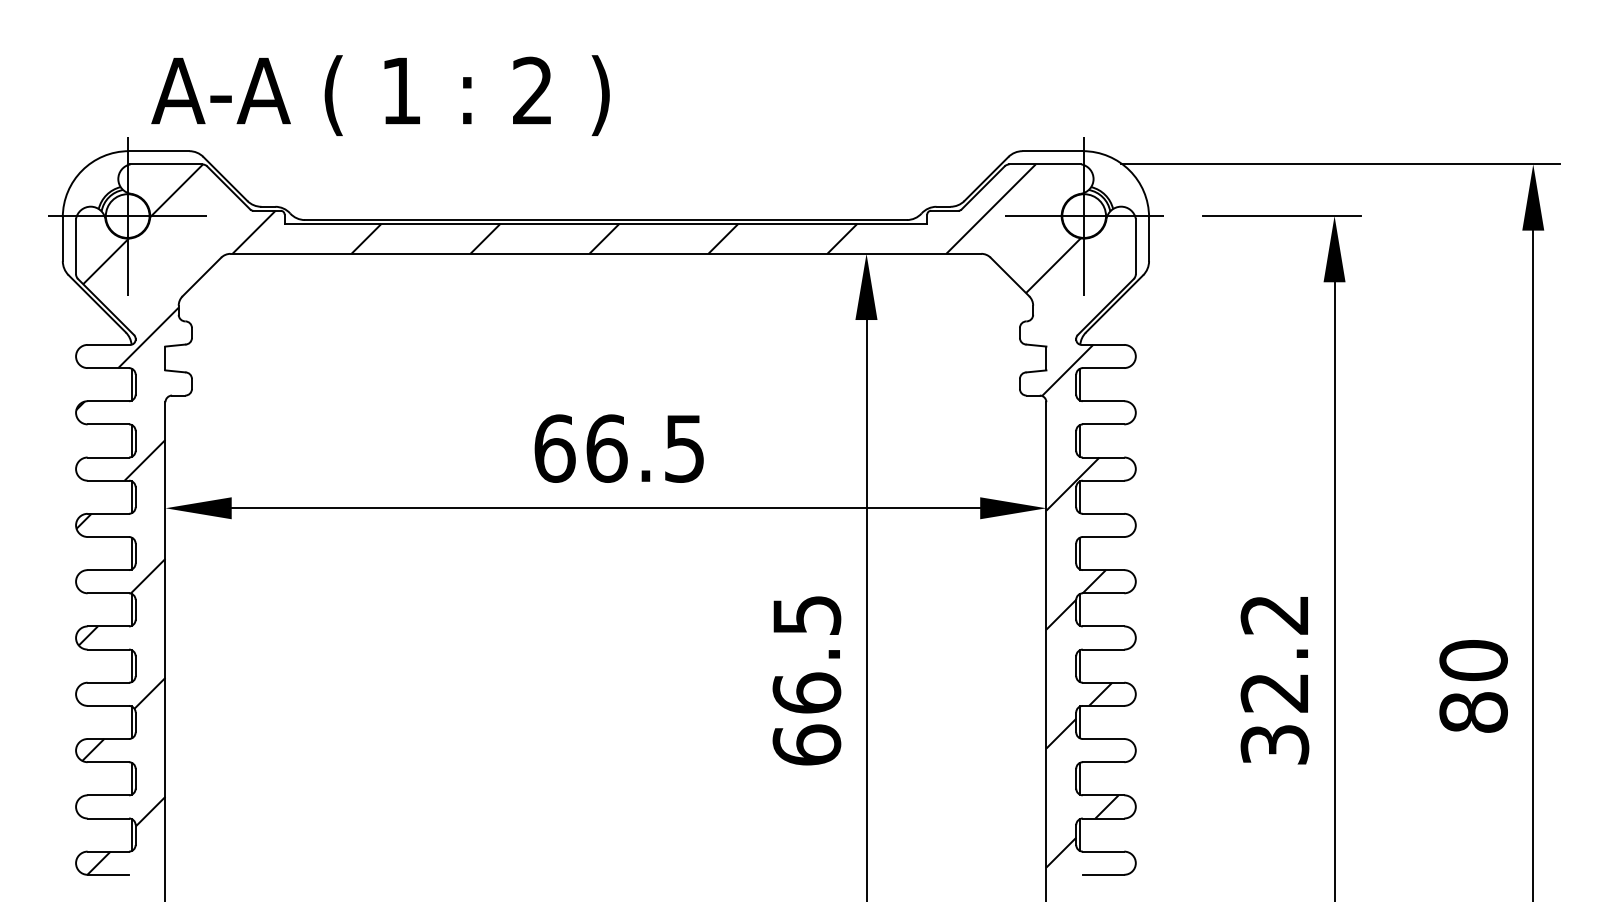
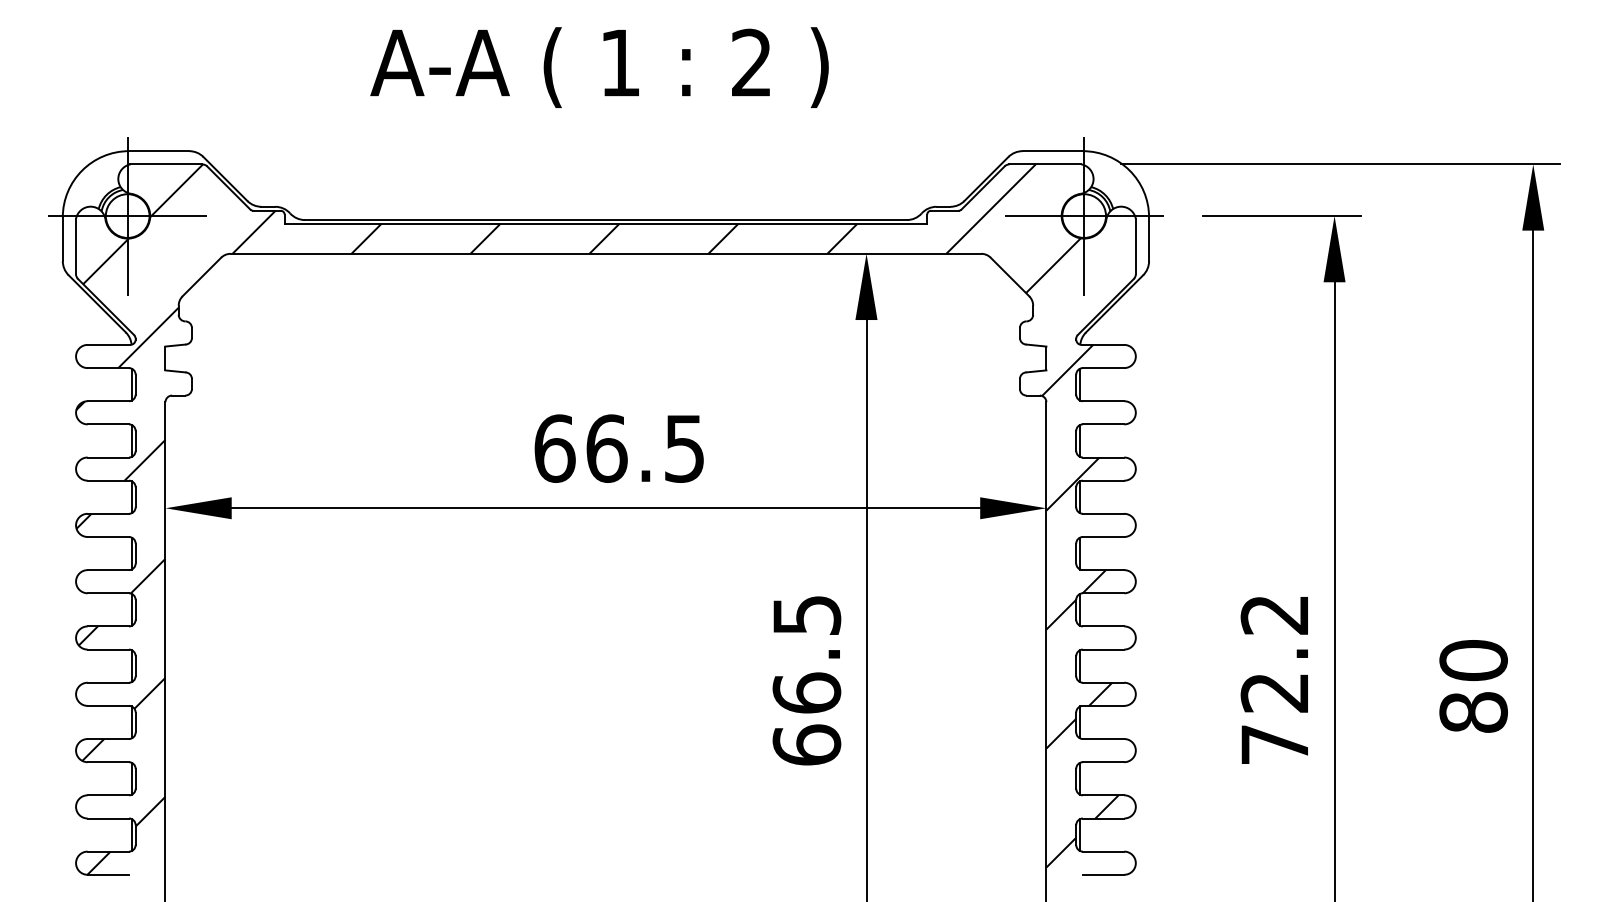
text at (380, 95) position: (380, 95) -> (599, 67)
text at (1274, 744): 32.2 -> 72.2
